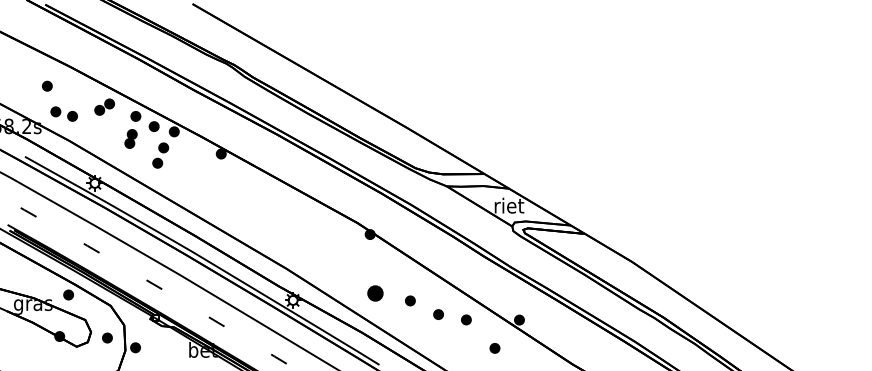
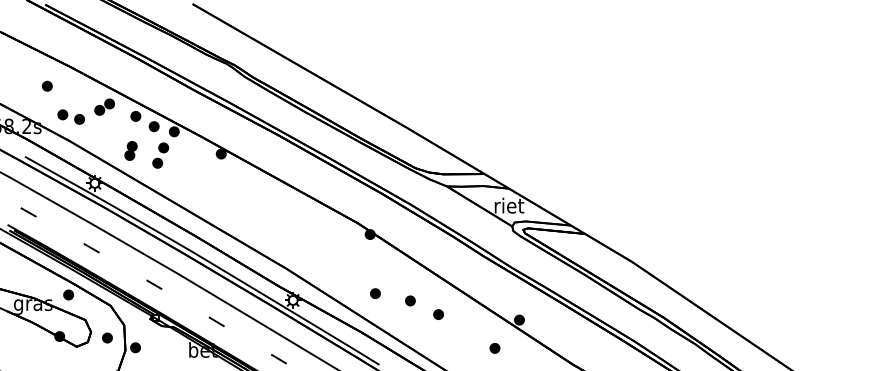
part at (63, 113) position: (63, 113) -> (70, 116)
part at (130, 138) position: (130, 138) -> (130, 150)
part at (375, 293) size: 17x17 px -> 11x12 px
part at (466, 319): present -> none
